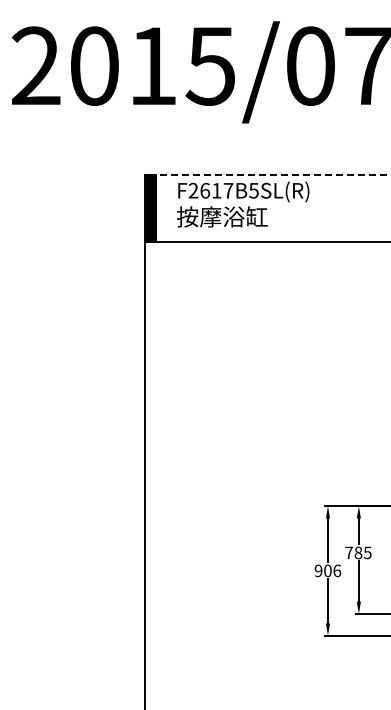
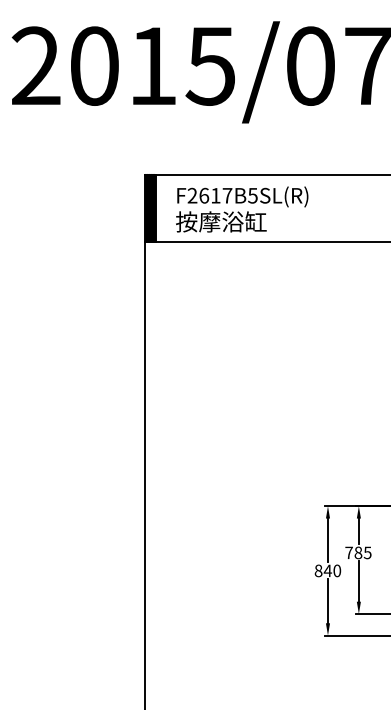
line at (268, 174): dashed -> solid
text at (243, 204) position: (243, 204) -> (242, 209)
text at (327, 570): 906 -> 840
